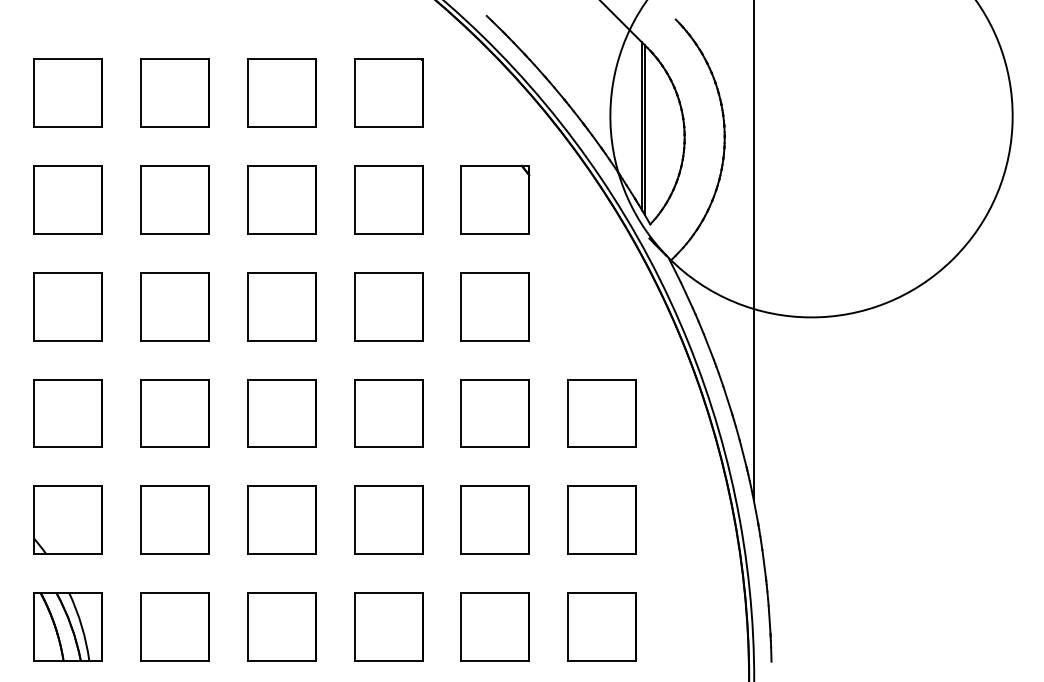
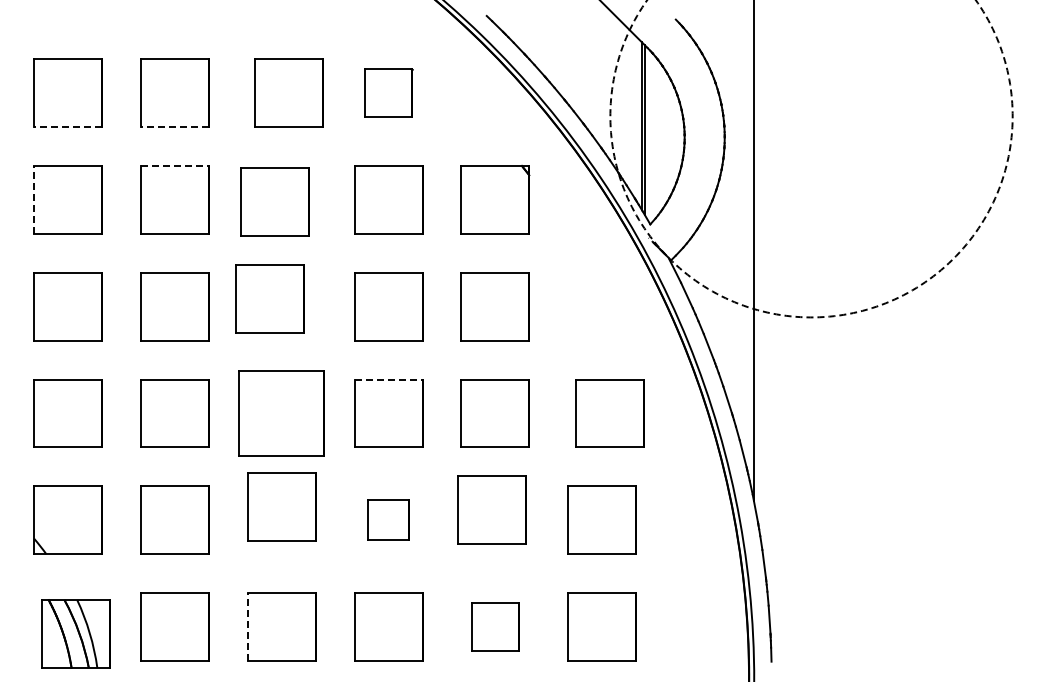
part at (281, 92) position: (281, 92) -> (288, 92)
part at (388, 92) size: 70x70 px -> 50x50 px
line at (68, 126): solid -> dashed
line at (174, 126): solid -> dashed
line at (1011, 139): solid -> dashed
line at (174, 165): solid -> dashed
line at (34, 199): solid -> dashed
part at (281, 199) position: (281, 199) -> (274, 201)
part at (281, 306) position: (281, 306) -> (269, 298)
line at (388, 379): solid -> dashed
part at (281, 413) size: 70x69 px -> 87x87 px
part at (601, 413) position: (601, 413) -> (609, 413)
part at (281, 519) position: (281, 519) -> (281, 506)
part at (388, 519) size: 70x70 px -> 43x42 px
part at (494, 519) position: (494, 519) -> (491, 509)
part at (67, 626) position: (67, 626) -> (75, 633)
part at (494, 626) size: 70x70 px -> 49x50 px
line at (247, 627): solid -> dashed
